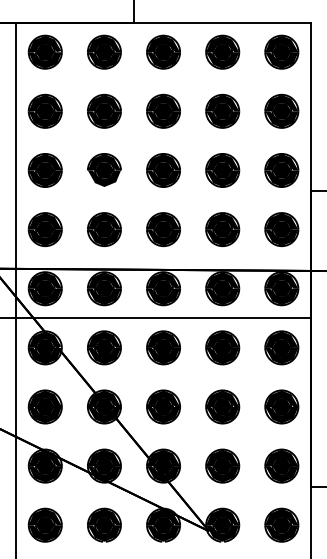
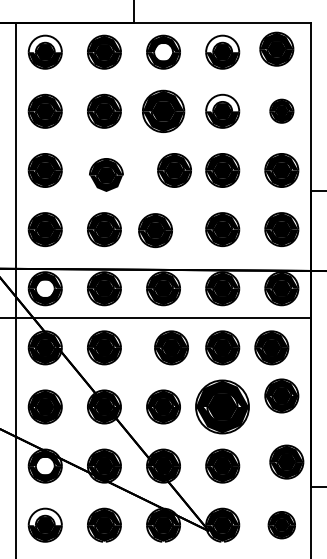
fill at (44, 43): present -> none
fill at (222, 43): present -> none
part at (281, 51) position: (281, 51) -> (276, 48)
fill at (163, 52): present -> none
fill at (222, 102): present -> none
part at (163, 110) size: 35x36 px -> 44x44 px
part at (281, 110) size: 36x36 px -> 26x26 px
part at (104, 169) position: (104, 169) -> (106, 174)
part at (163, 170) position: (163, 170) -> (174, 170)
part at (163, 229) position: (163, 229) -> (155, 230)
fill at (44, 288): present -> none
part at (163, 347) position: (163, 347) -> (171, 347)
part at (281, 347) position: (281, 347) -> (271, 347)
part at (222, 406) size: 36x36 px -> 55x56 px
part at (281, 406) position: (281, 406) -> (281, 395)
fill at (44, 465): present -> none
part at (281, 465) position: (281, 465) -> (286, 461)
fill at (44, 516): present -> none
part at (281, 524) size: 36x36 px -> 29x29 px
